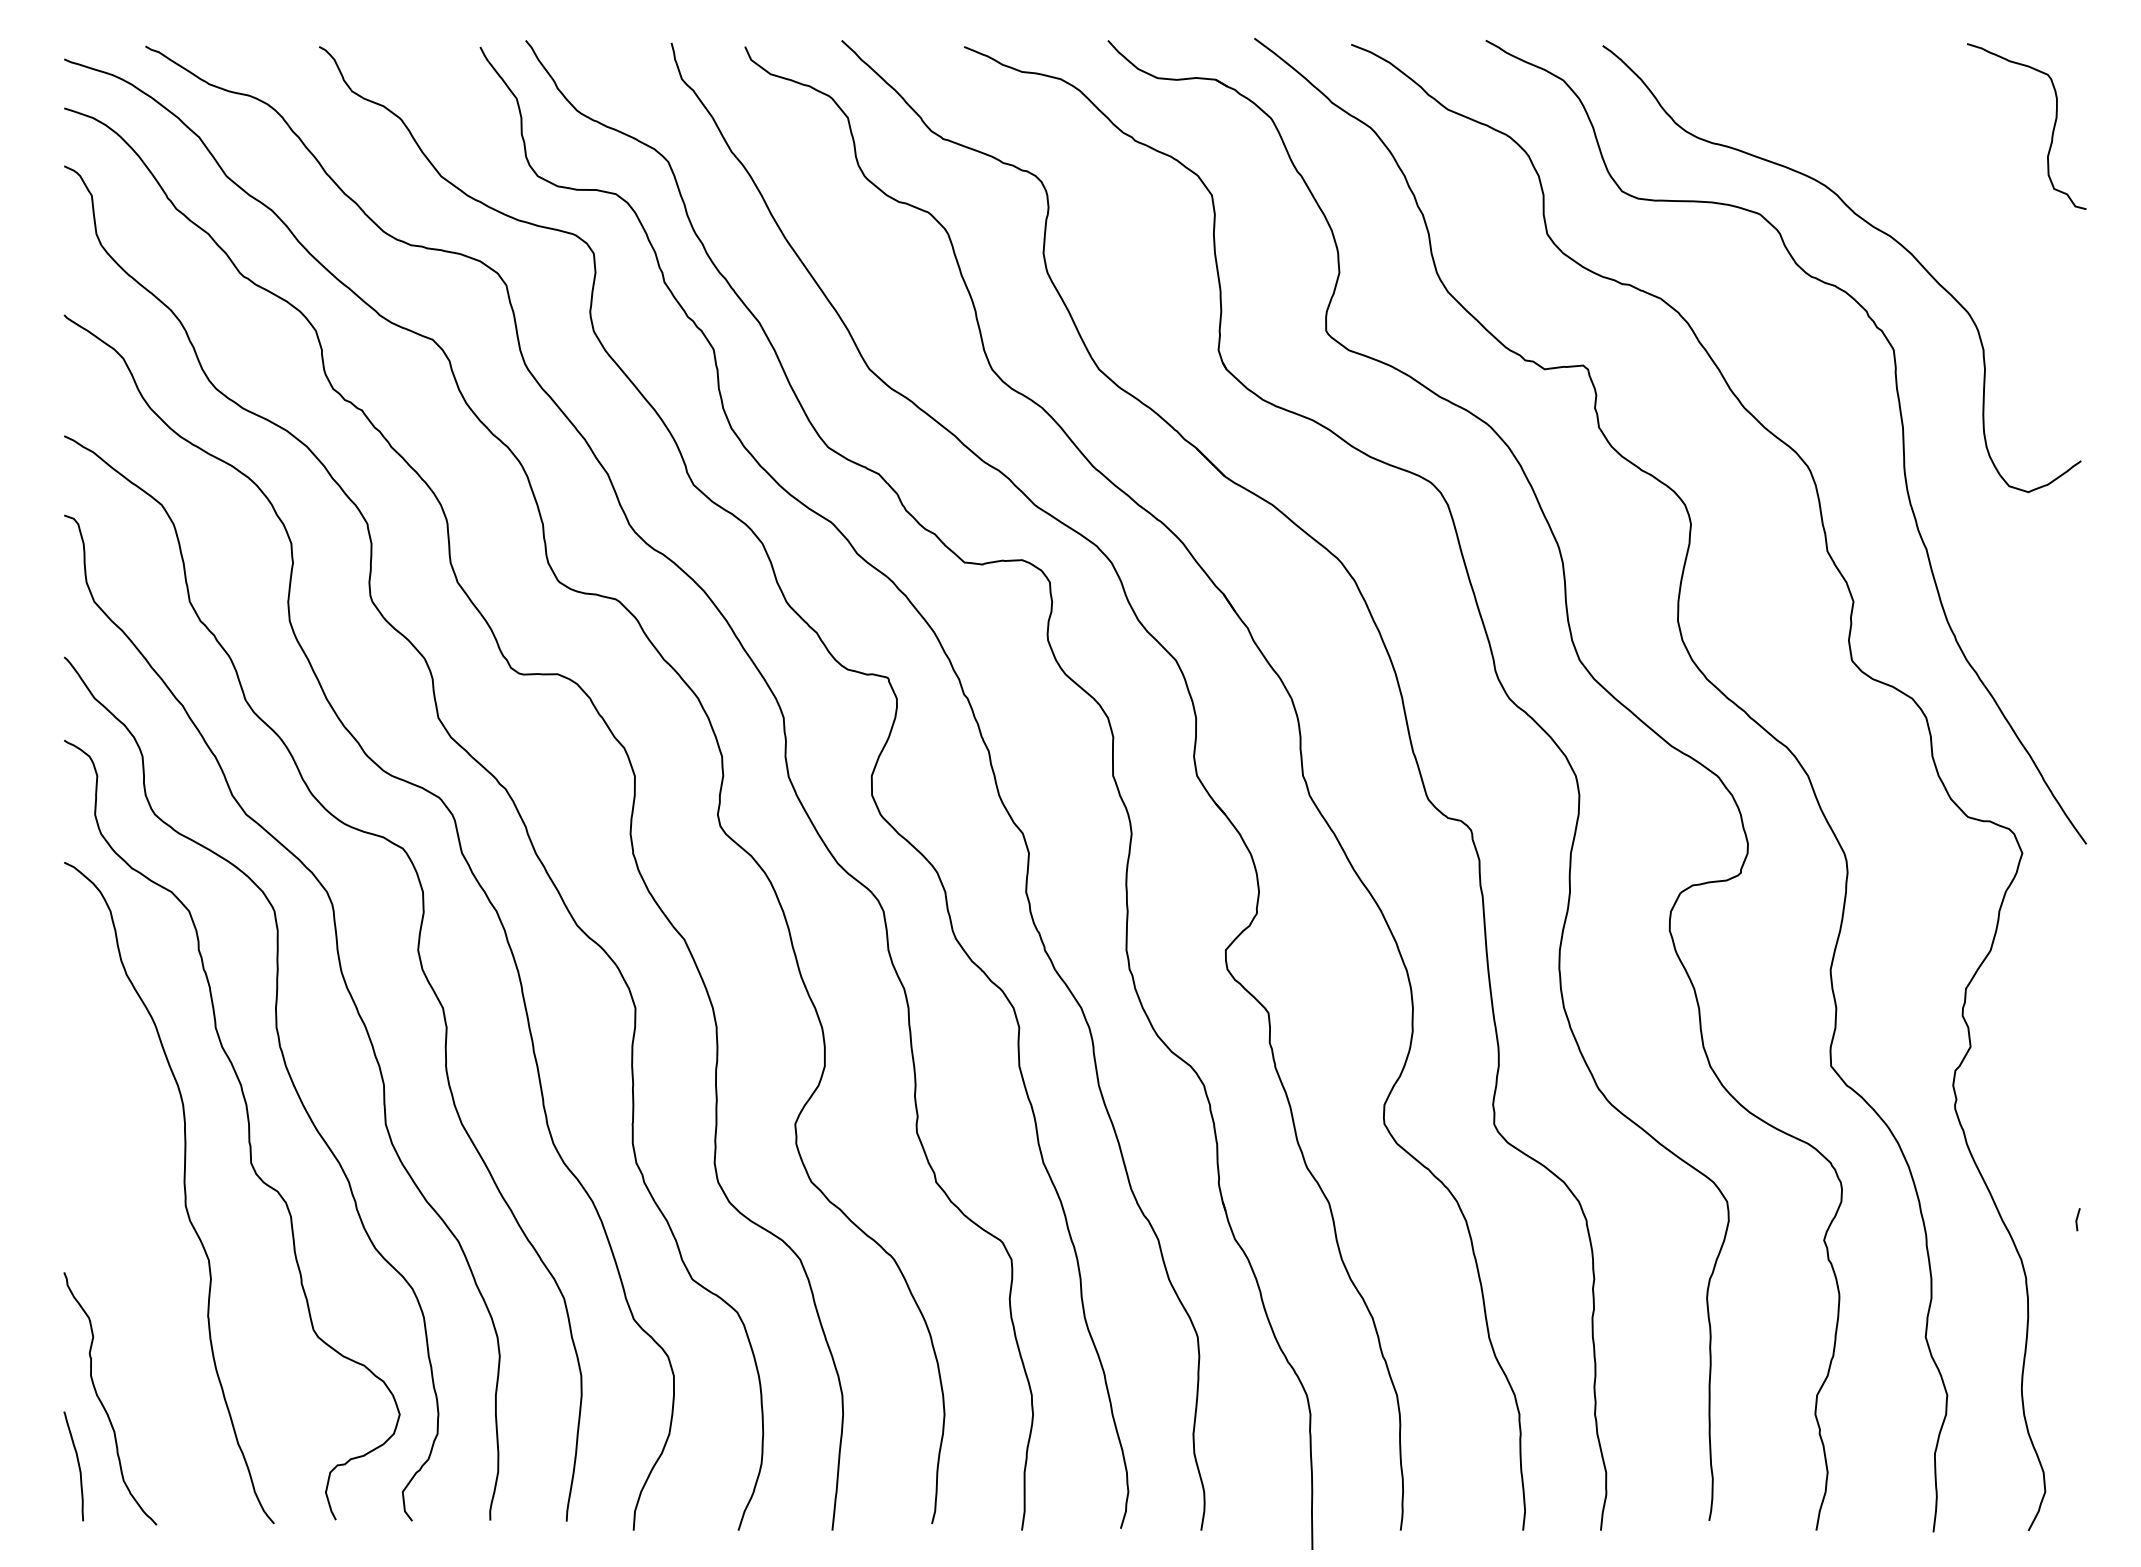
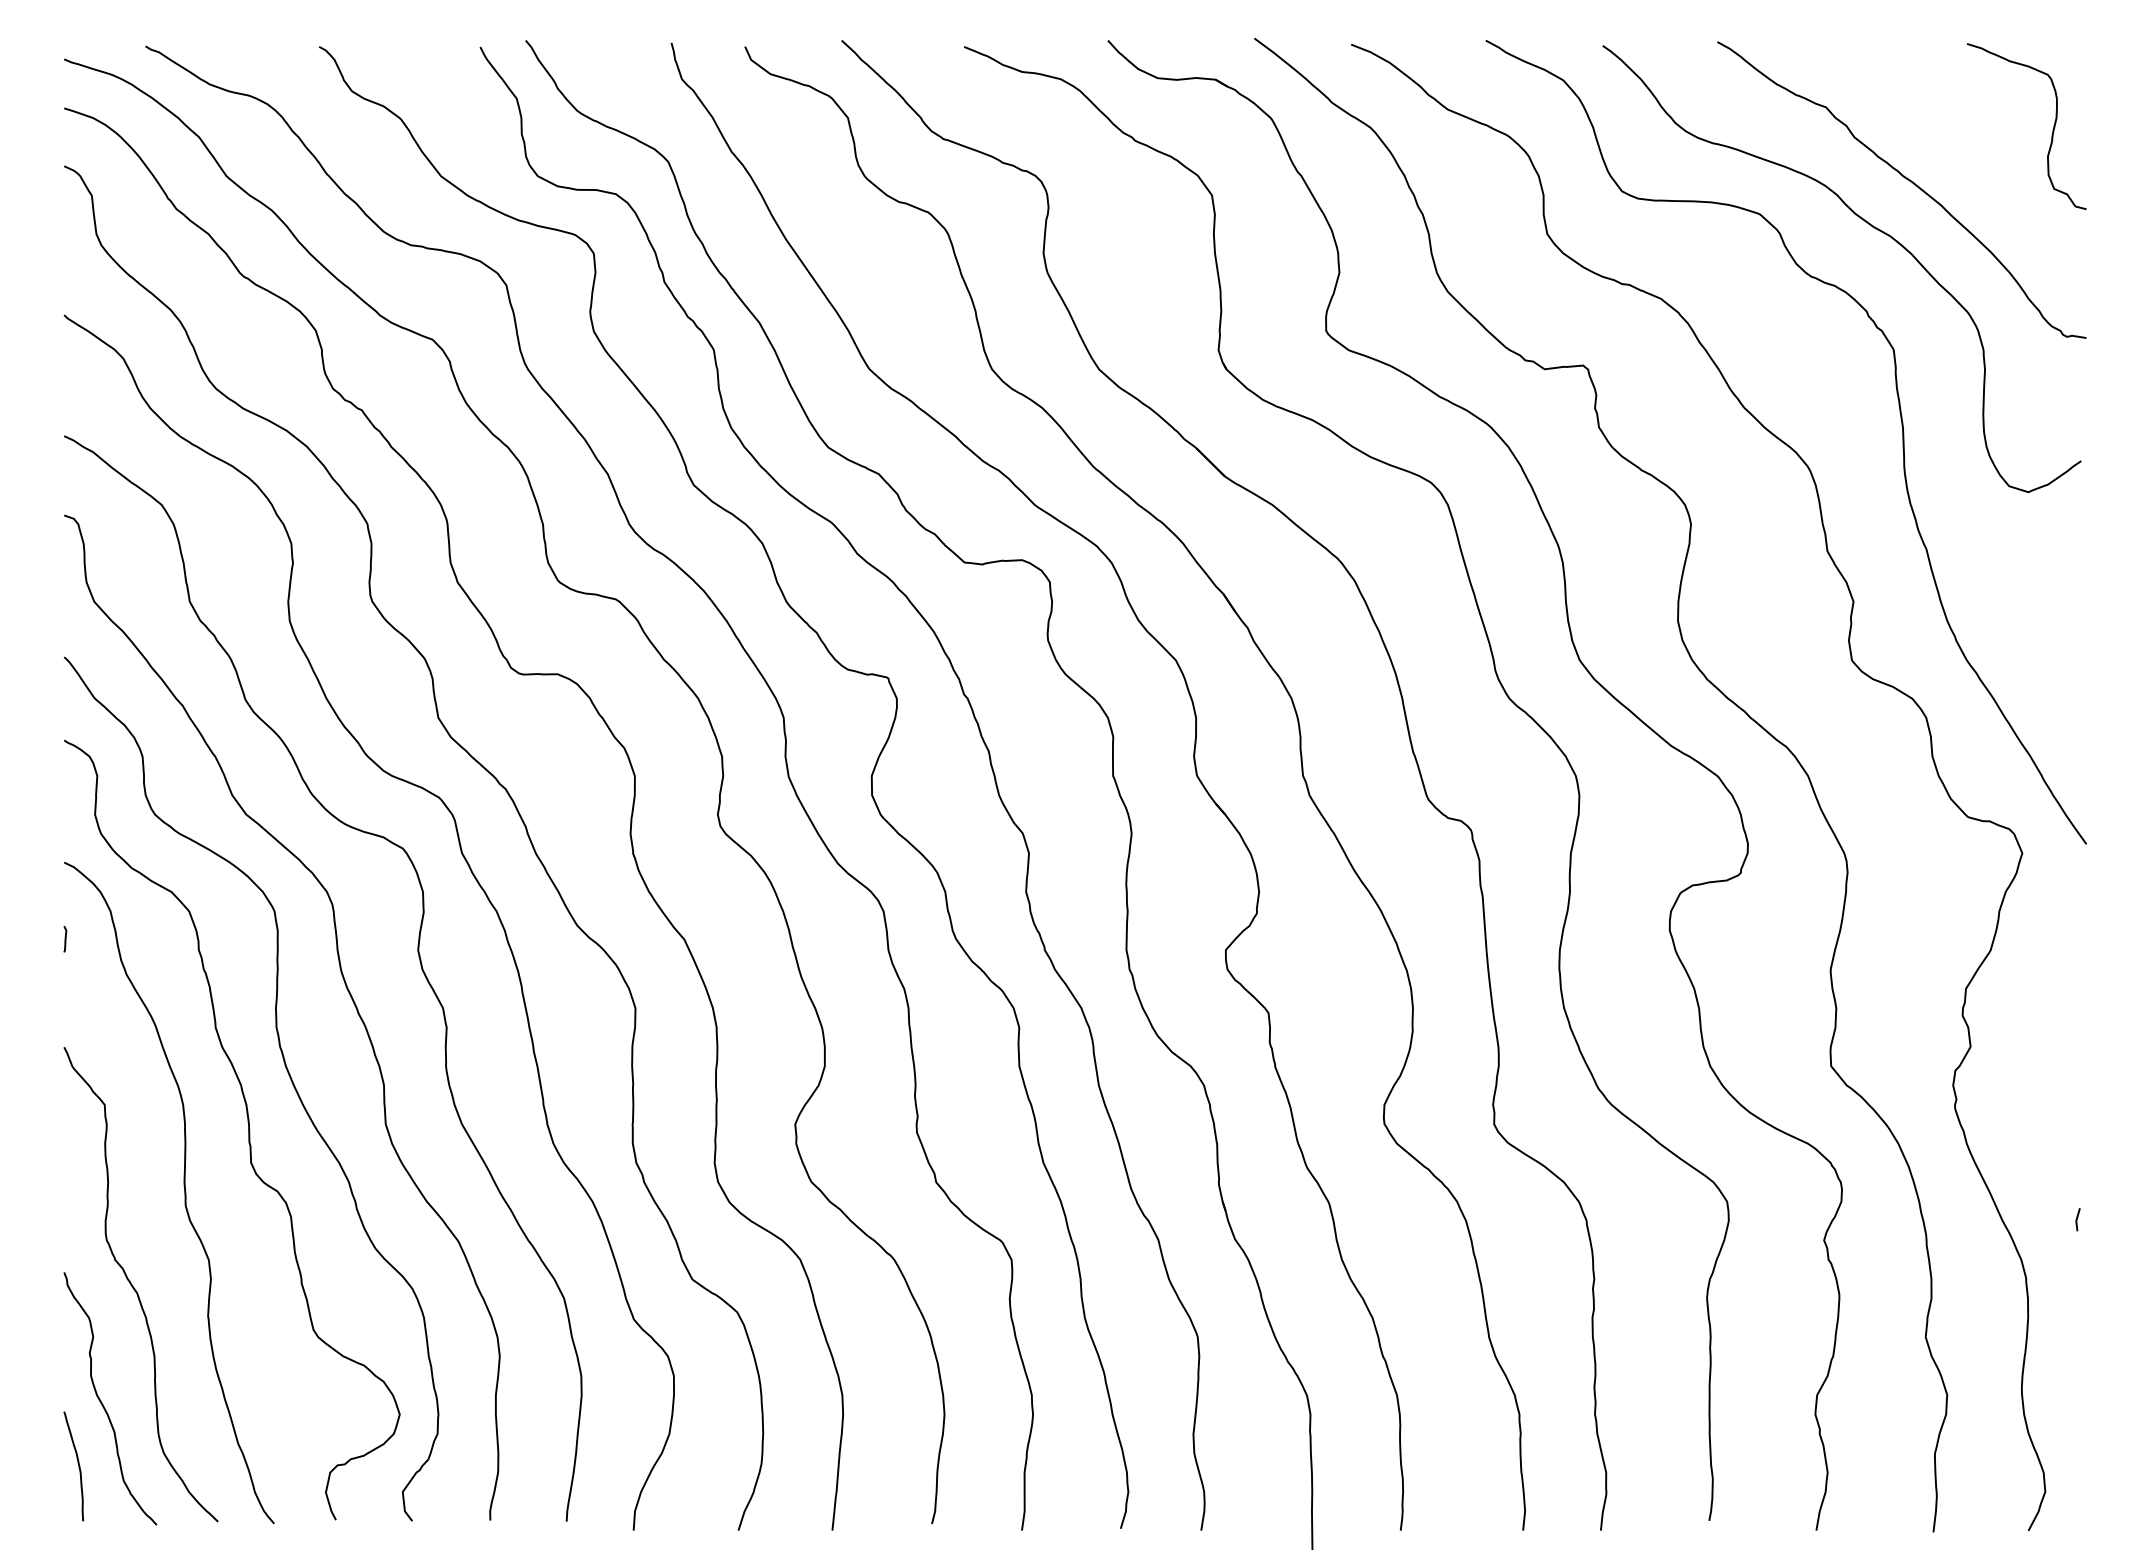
curve at (1907, 180): none -> present
line at (65, 939): none -> present
curve at (135, 1288): none -> present
